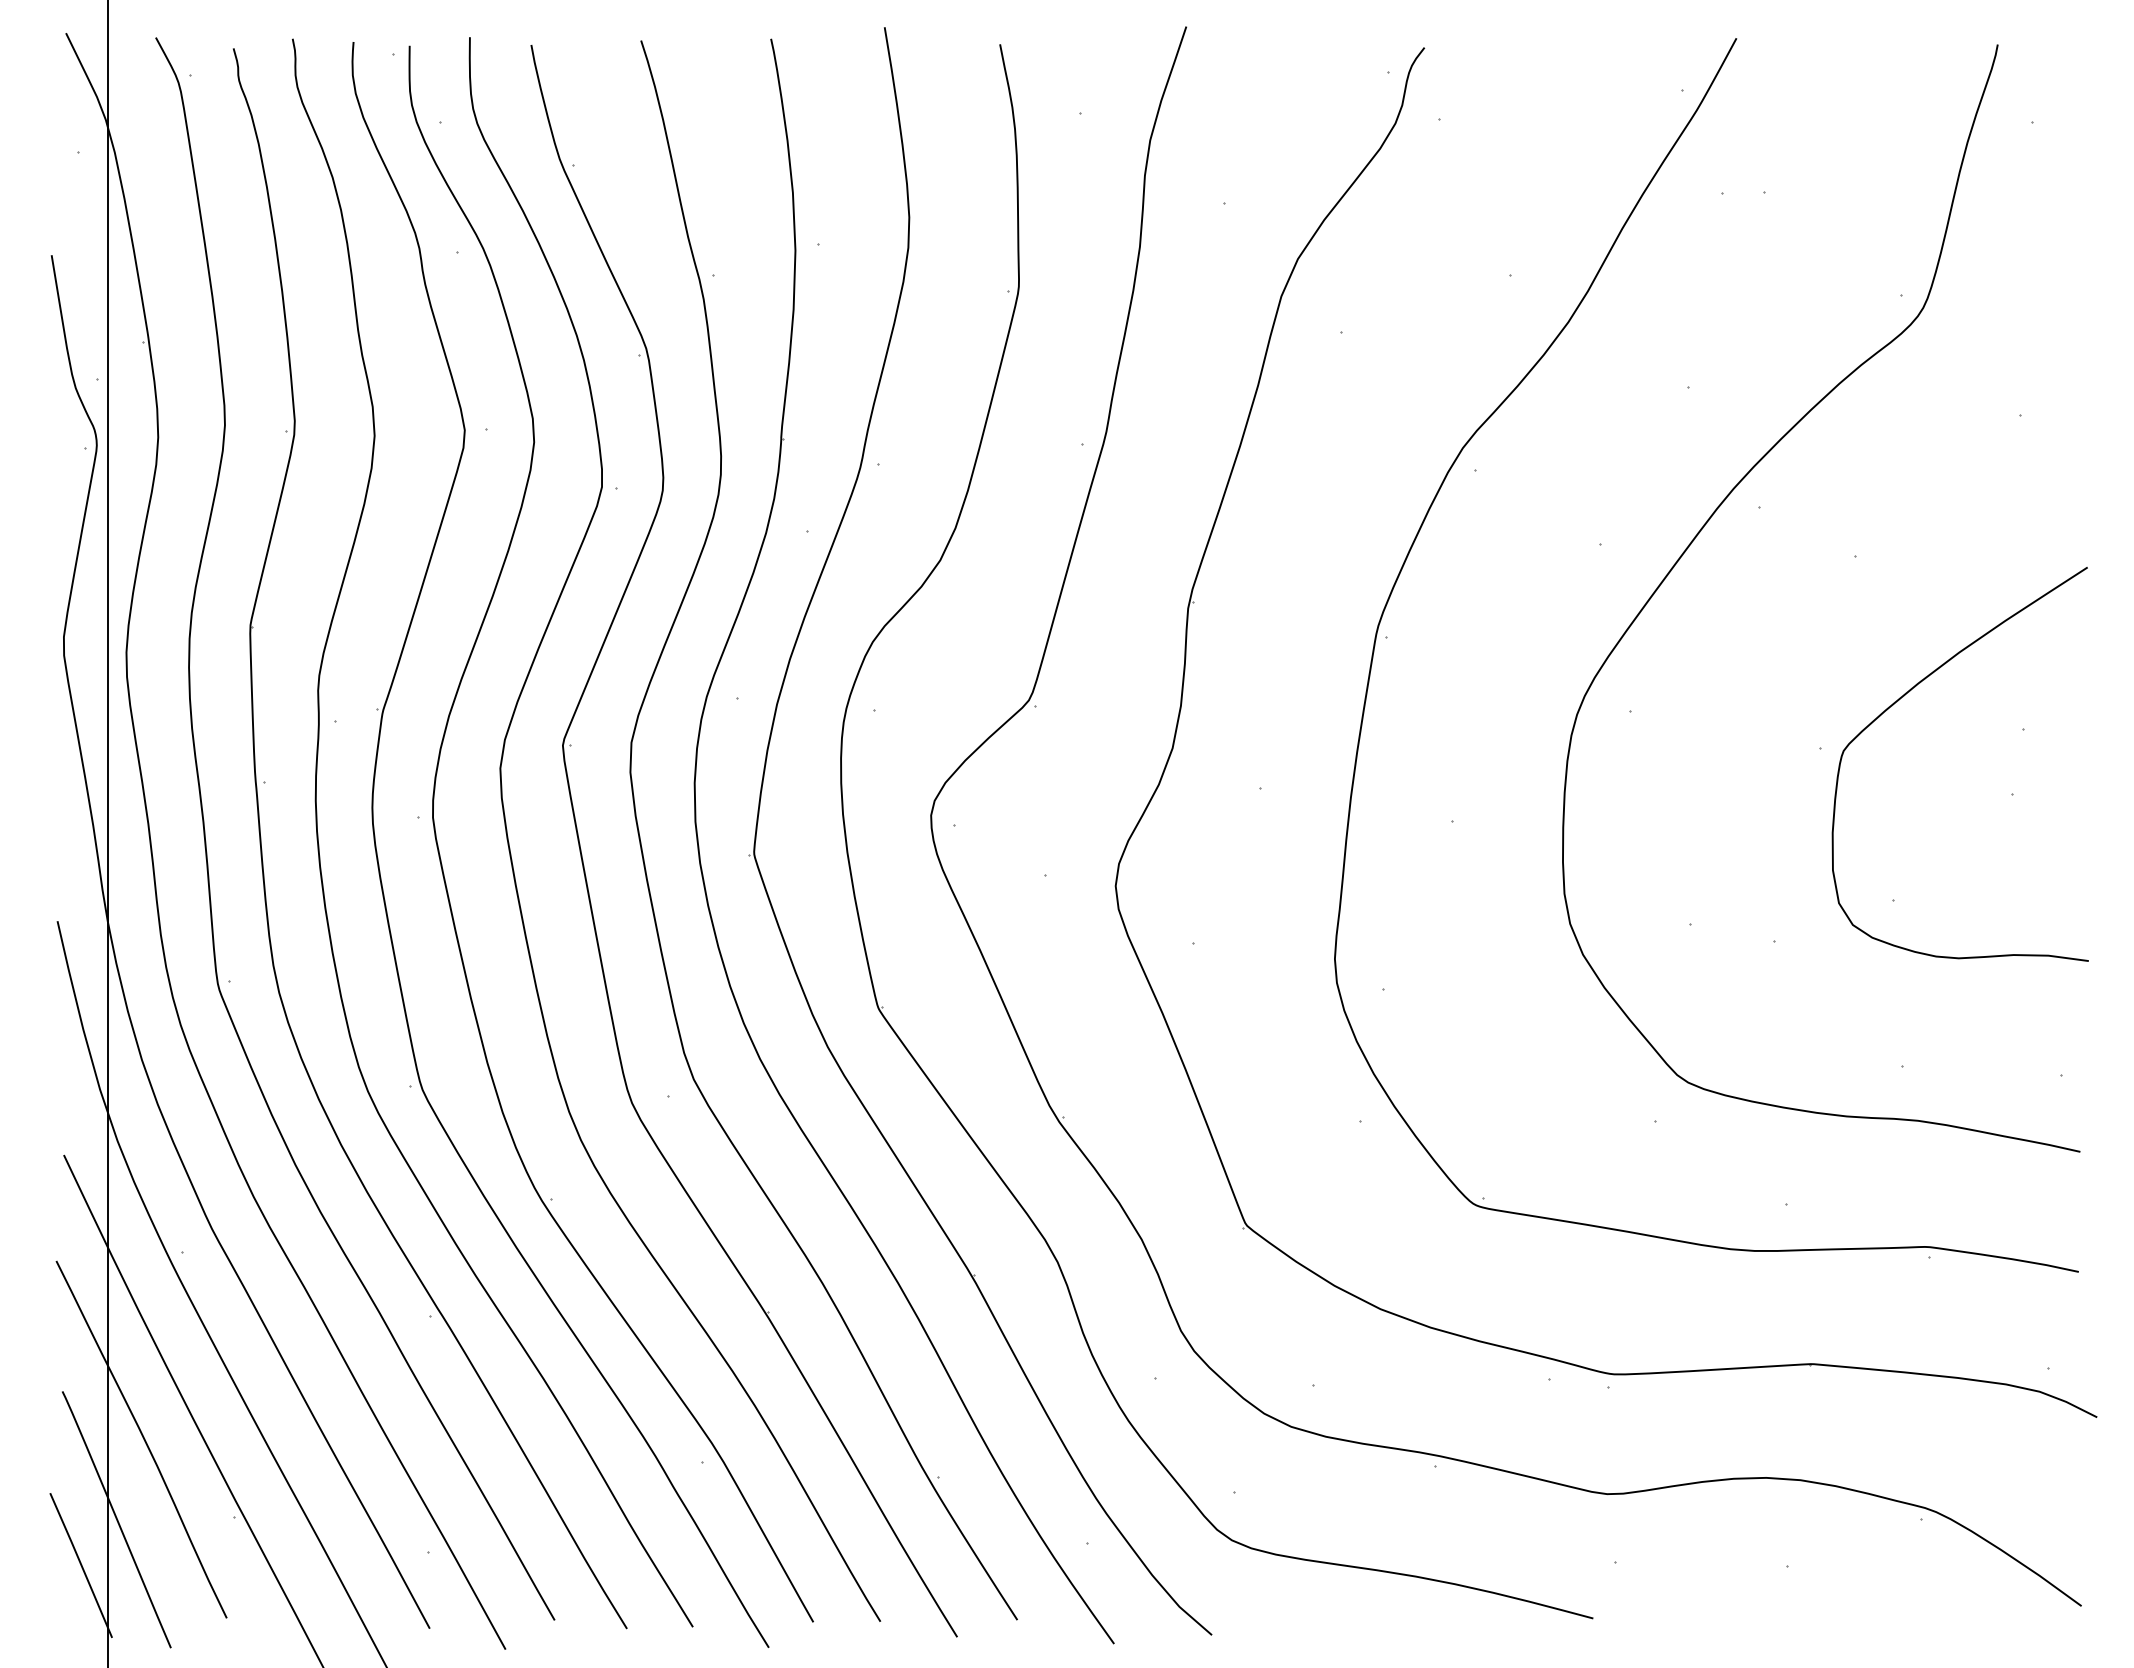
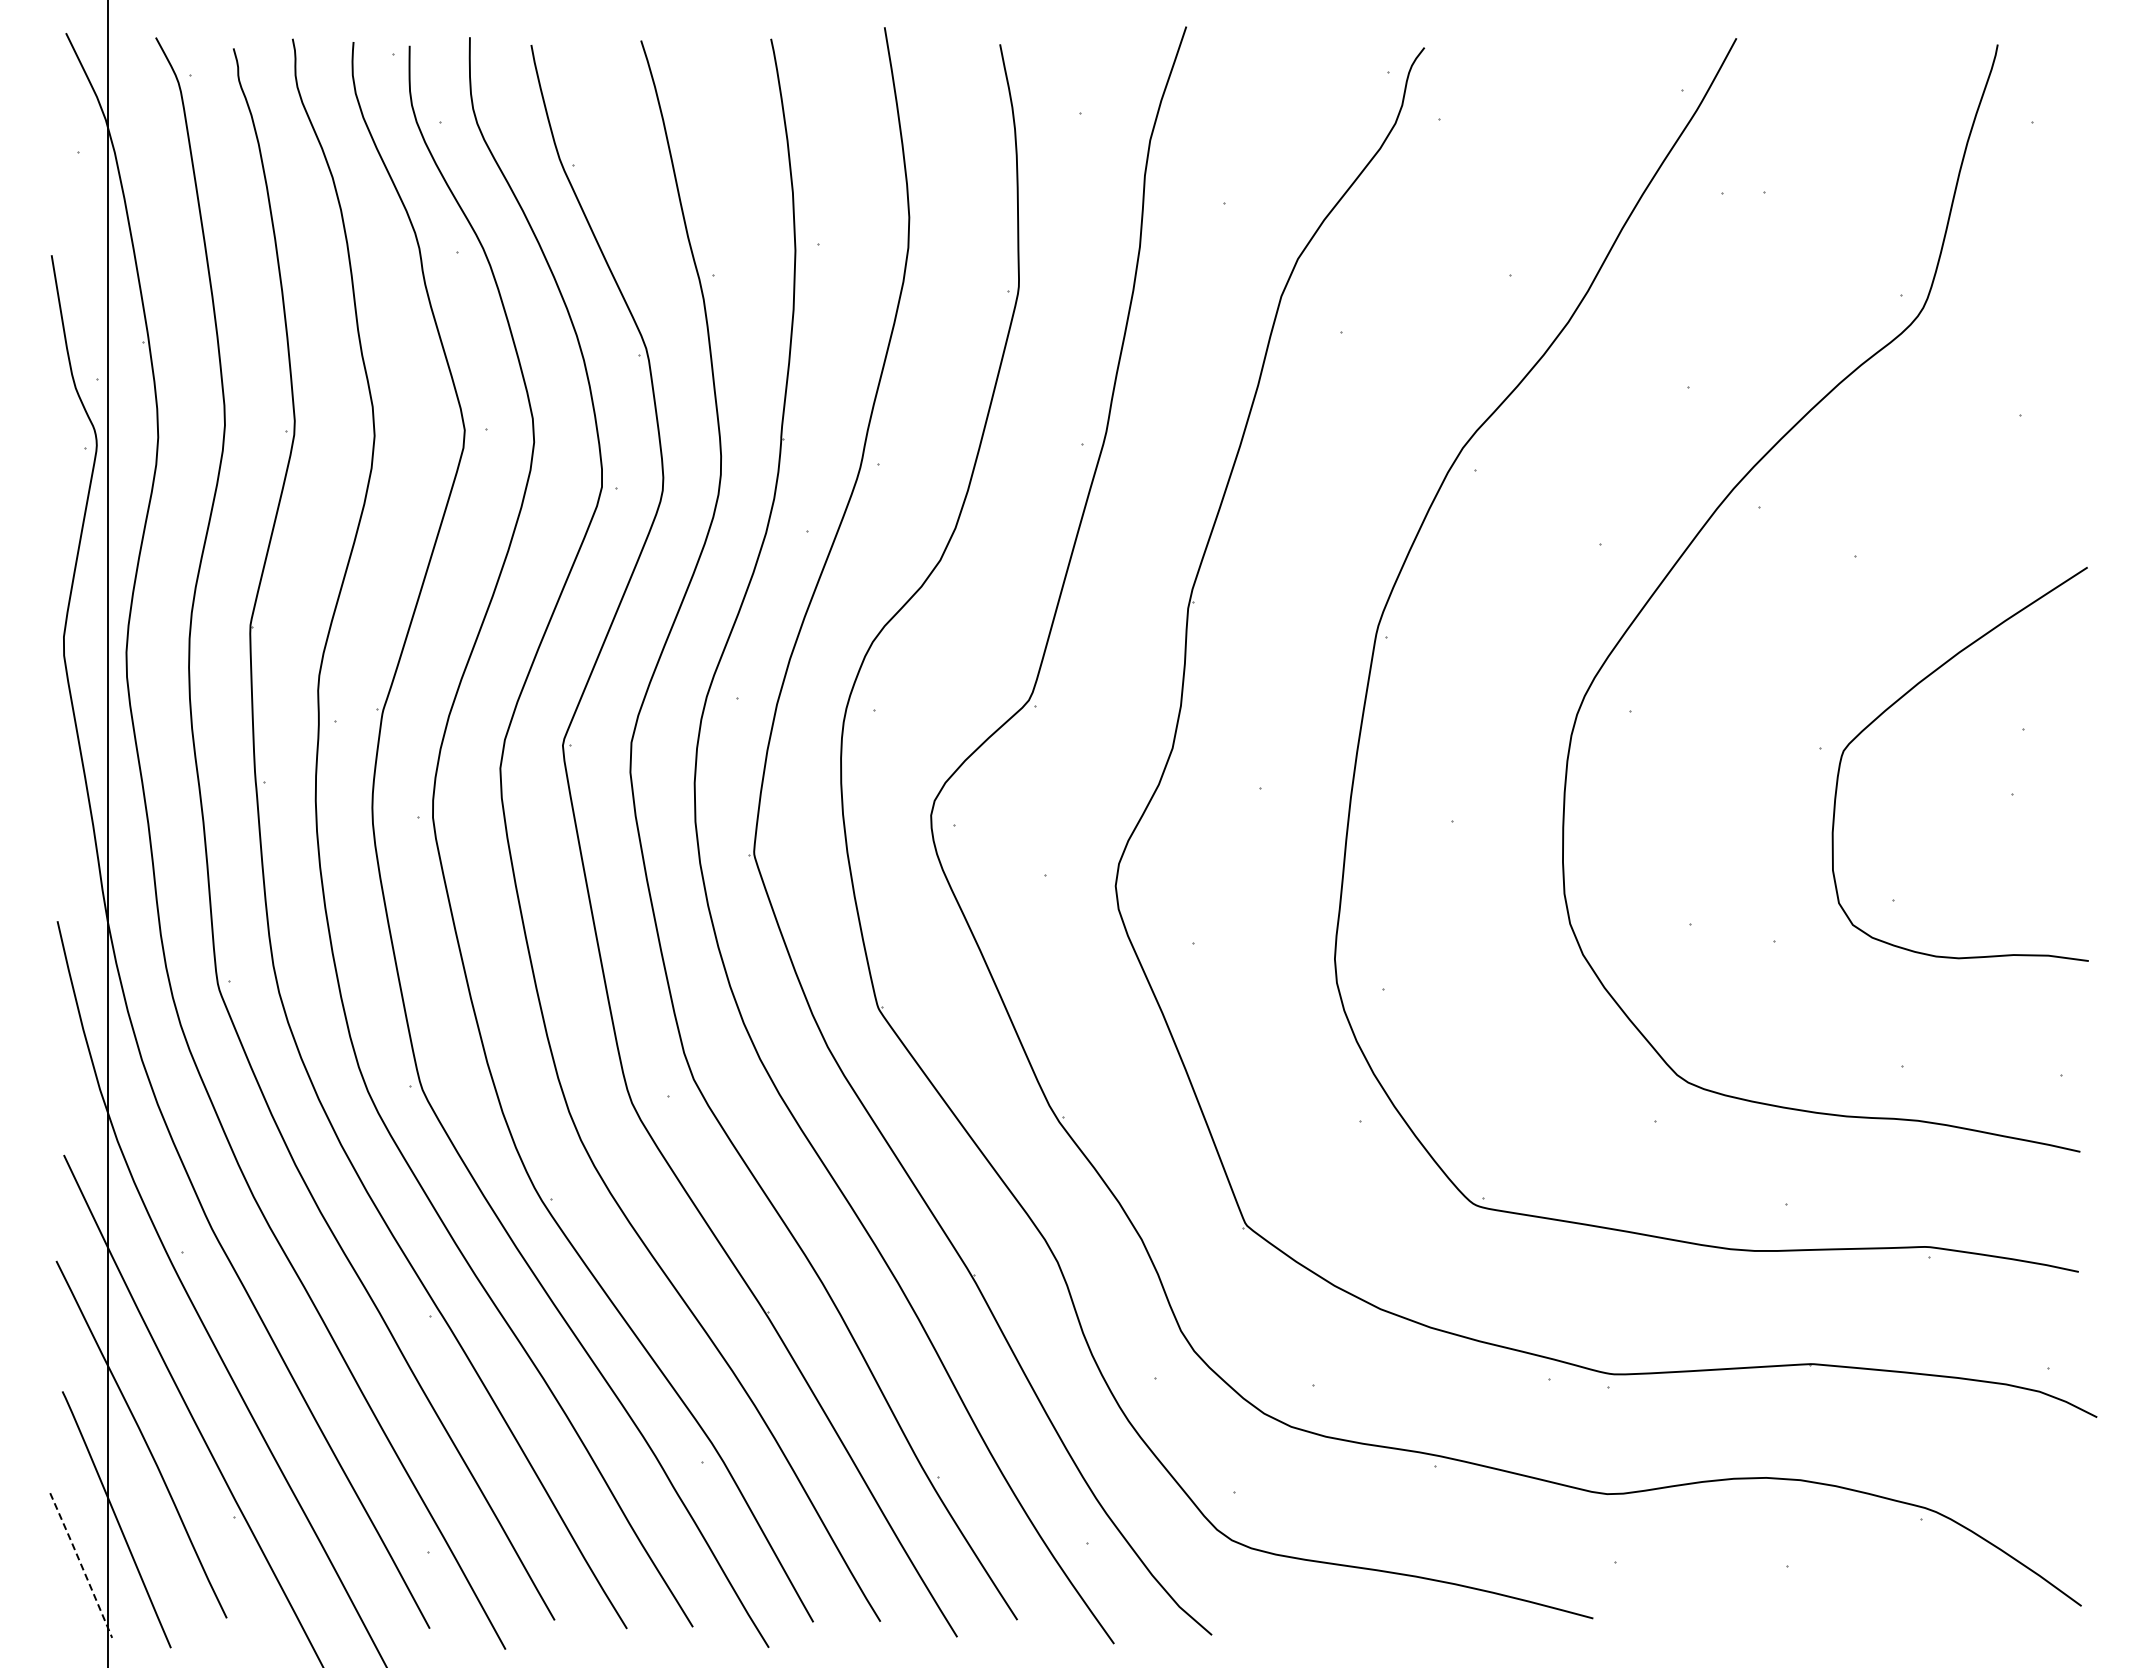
line at (81, 1565): solid -> dashed
